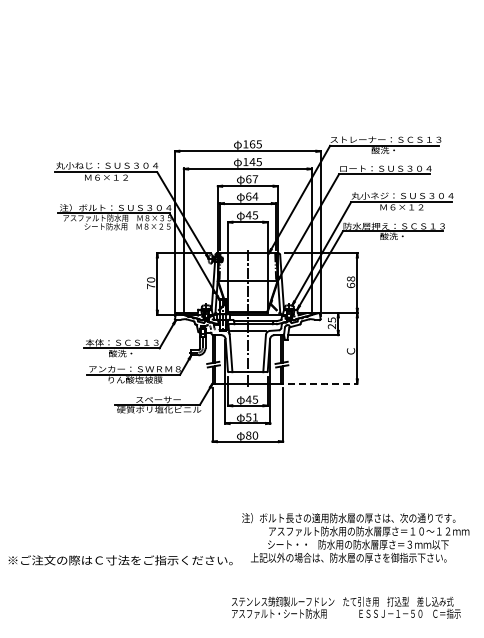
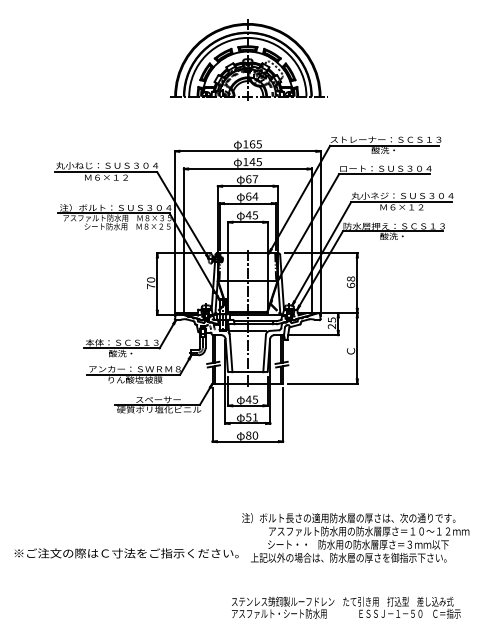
part at (248, 59): none -> present
line at (323, 383): dashed -> solid
text at (120, 560) position: (120, 560) -> (126, 553)
